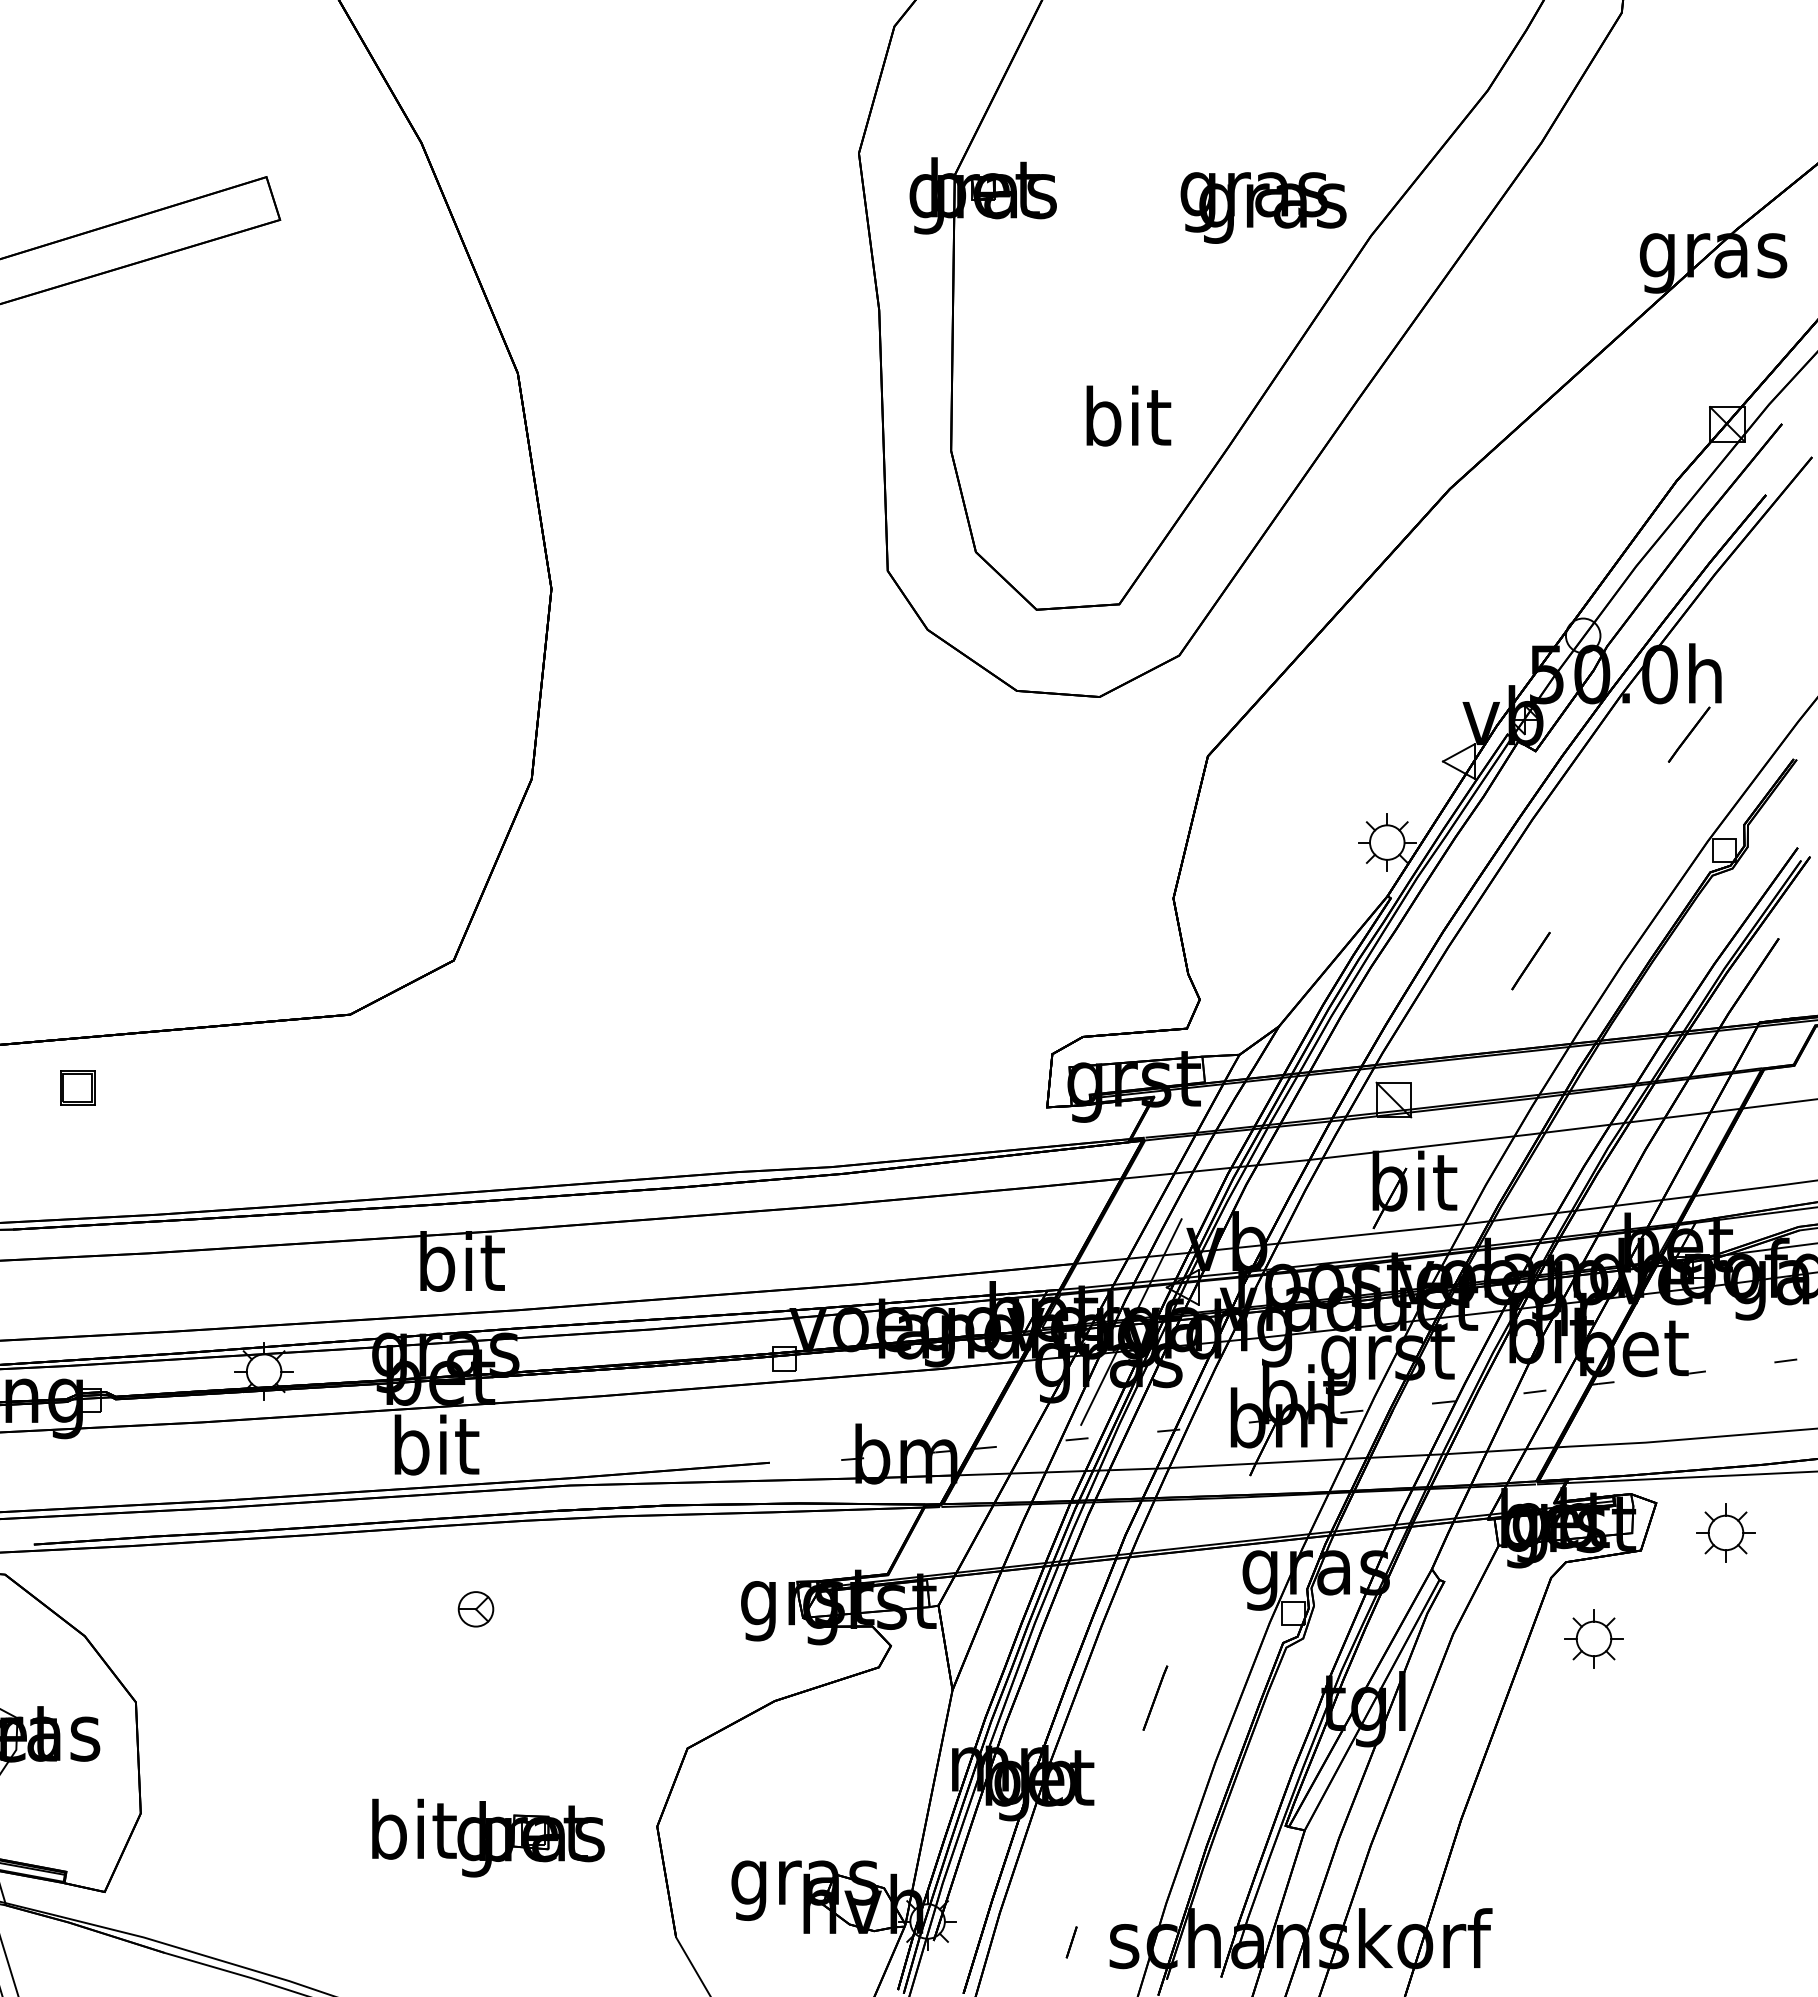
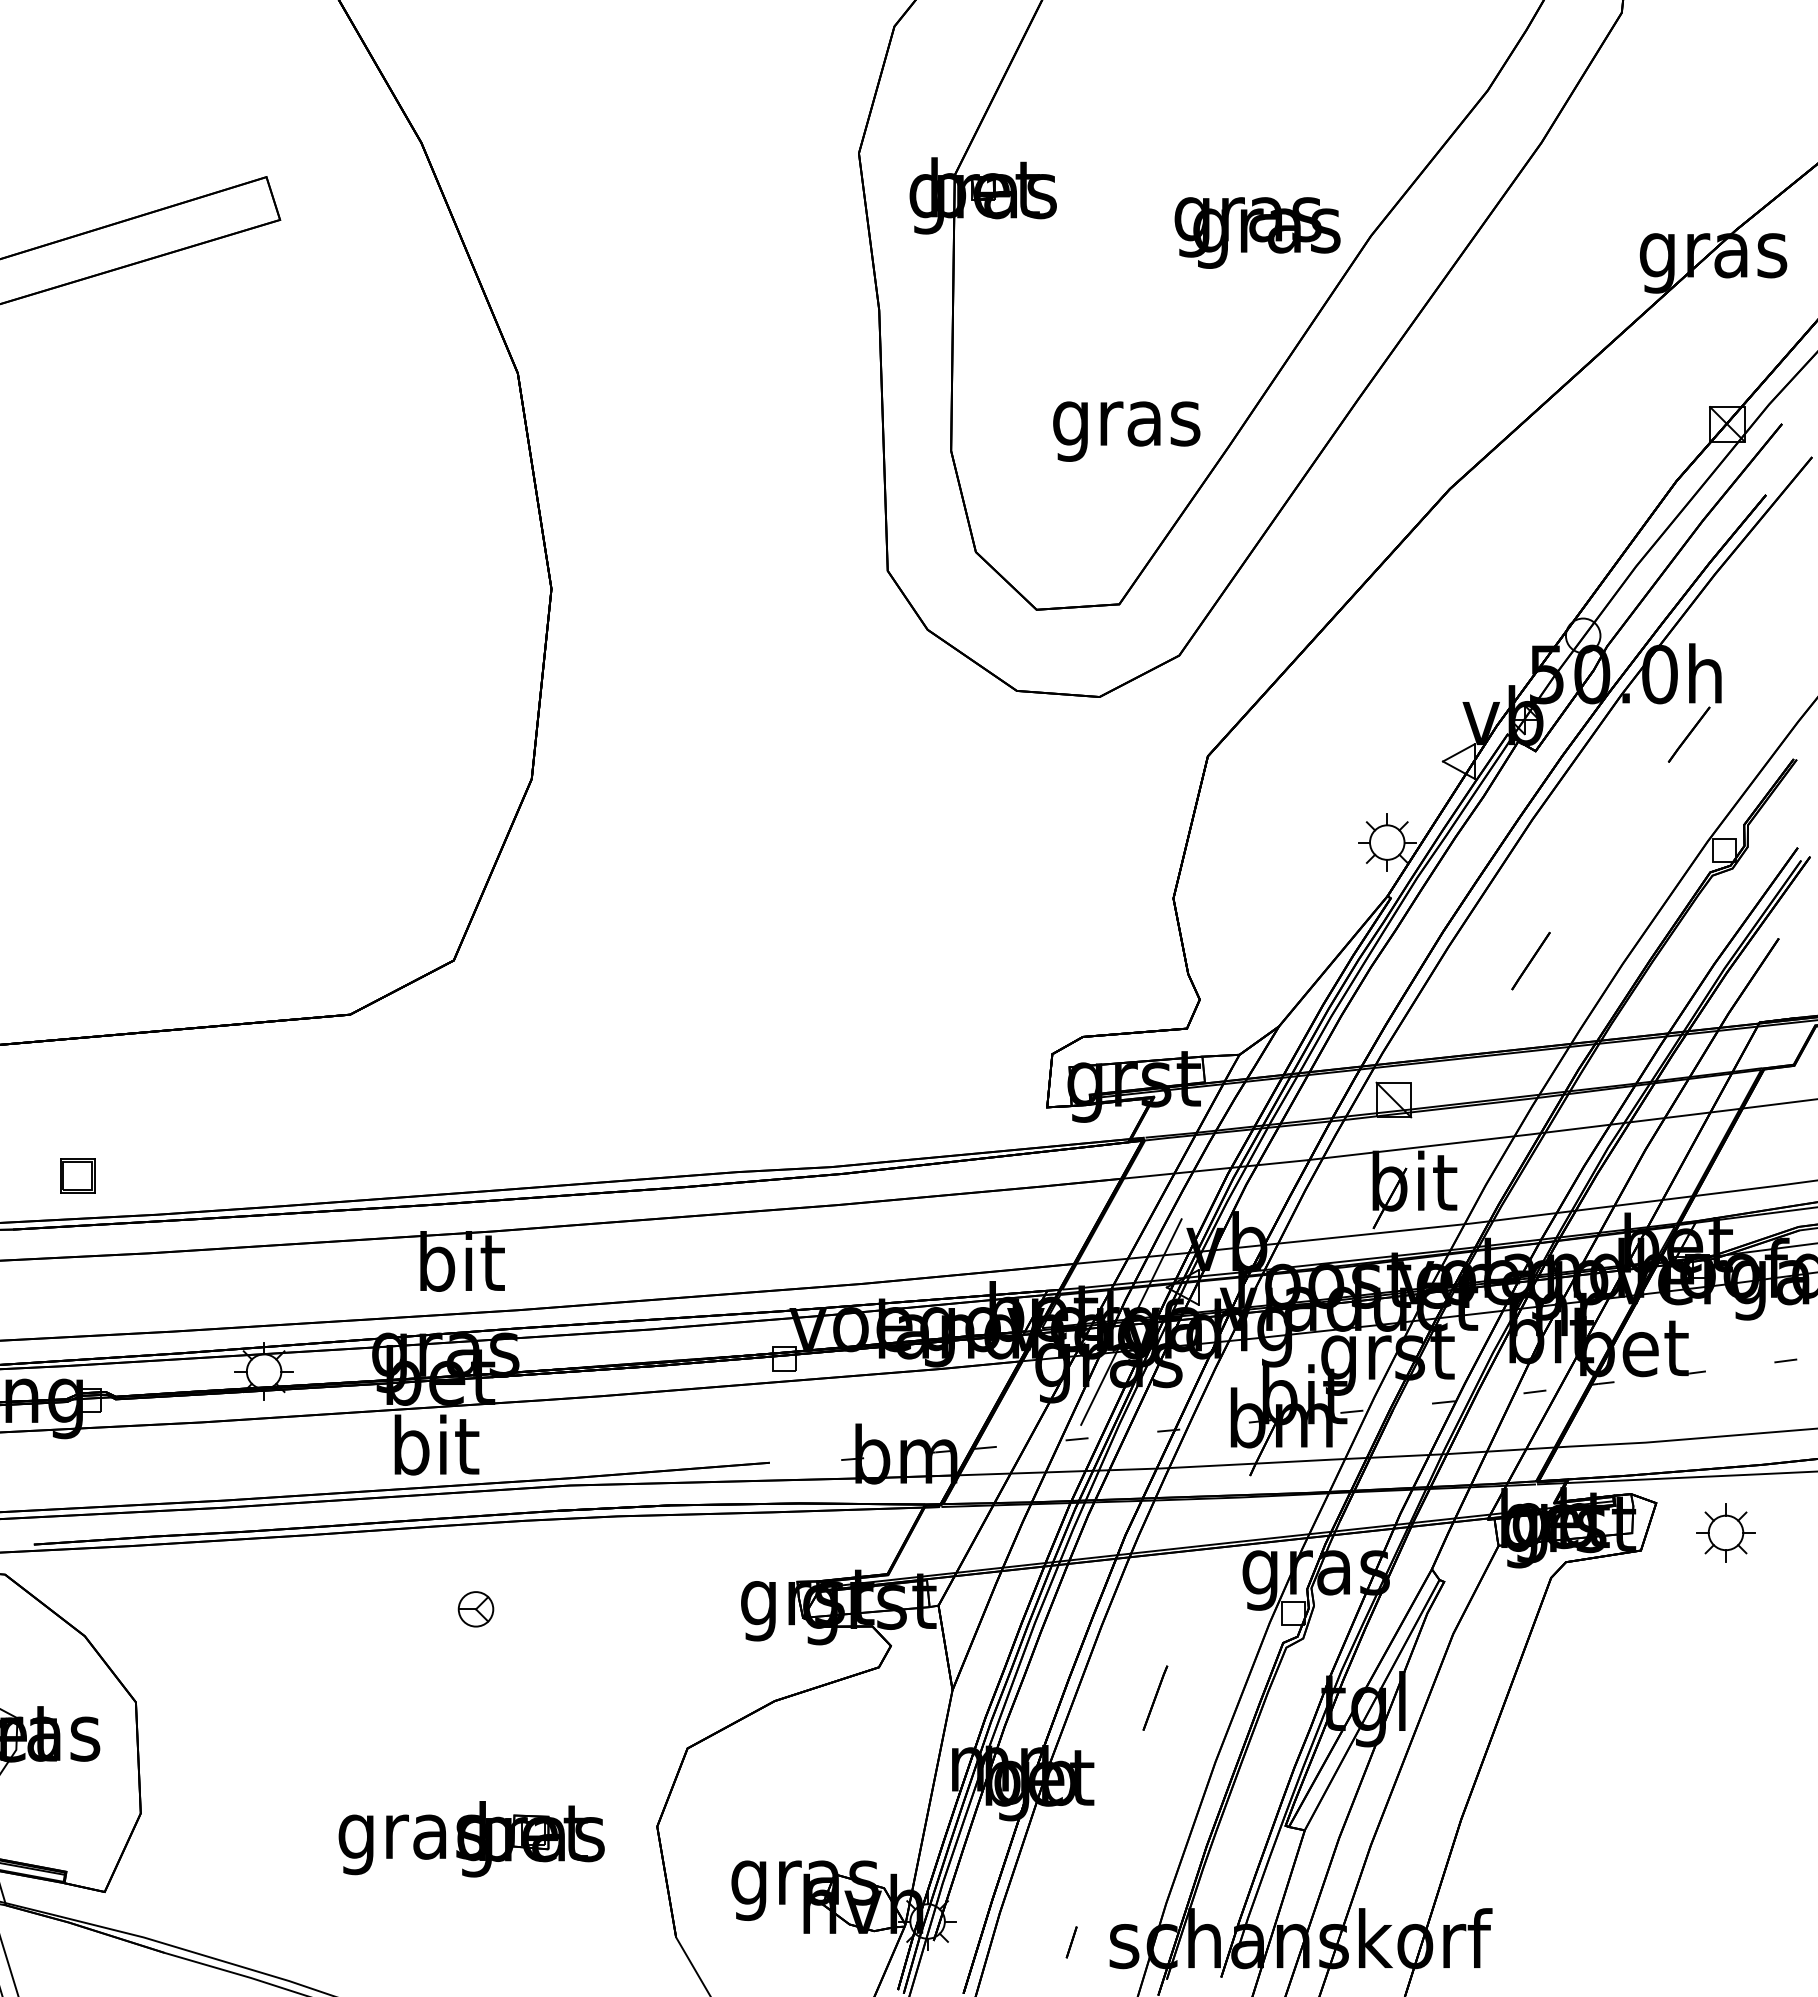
text at (1263, 207) position: (1263, 207) -> (1257, 232)
text at (1126, 423): bit -> gras
part at (77, 1087) position: (77, 1087) -> (77, 1175)
part at (1593, 1638): present -> none
text at (408, 1836): bit -> gras
